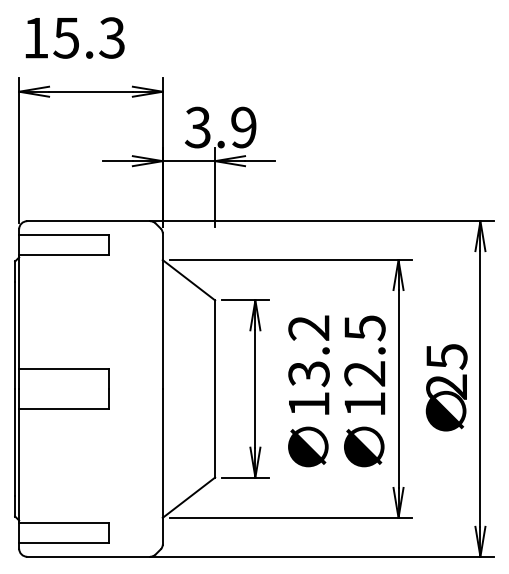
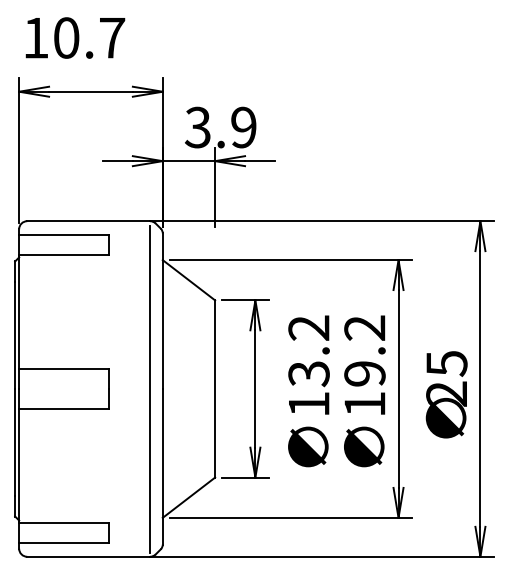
text at (89, 37): 15.3 -> 10.7
text at (364, 350): 12.5 -> 19.2
text at (446, 387) position: (446, 387) -> (446, 394)
line at (150, 389): none -> present
